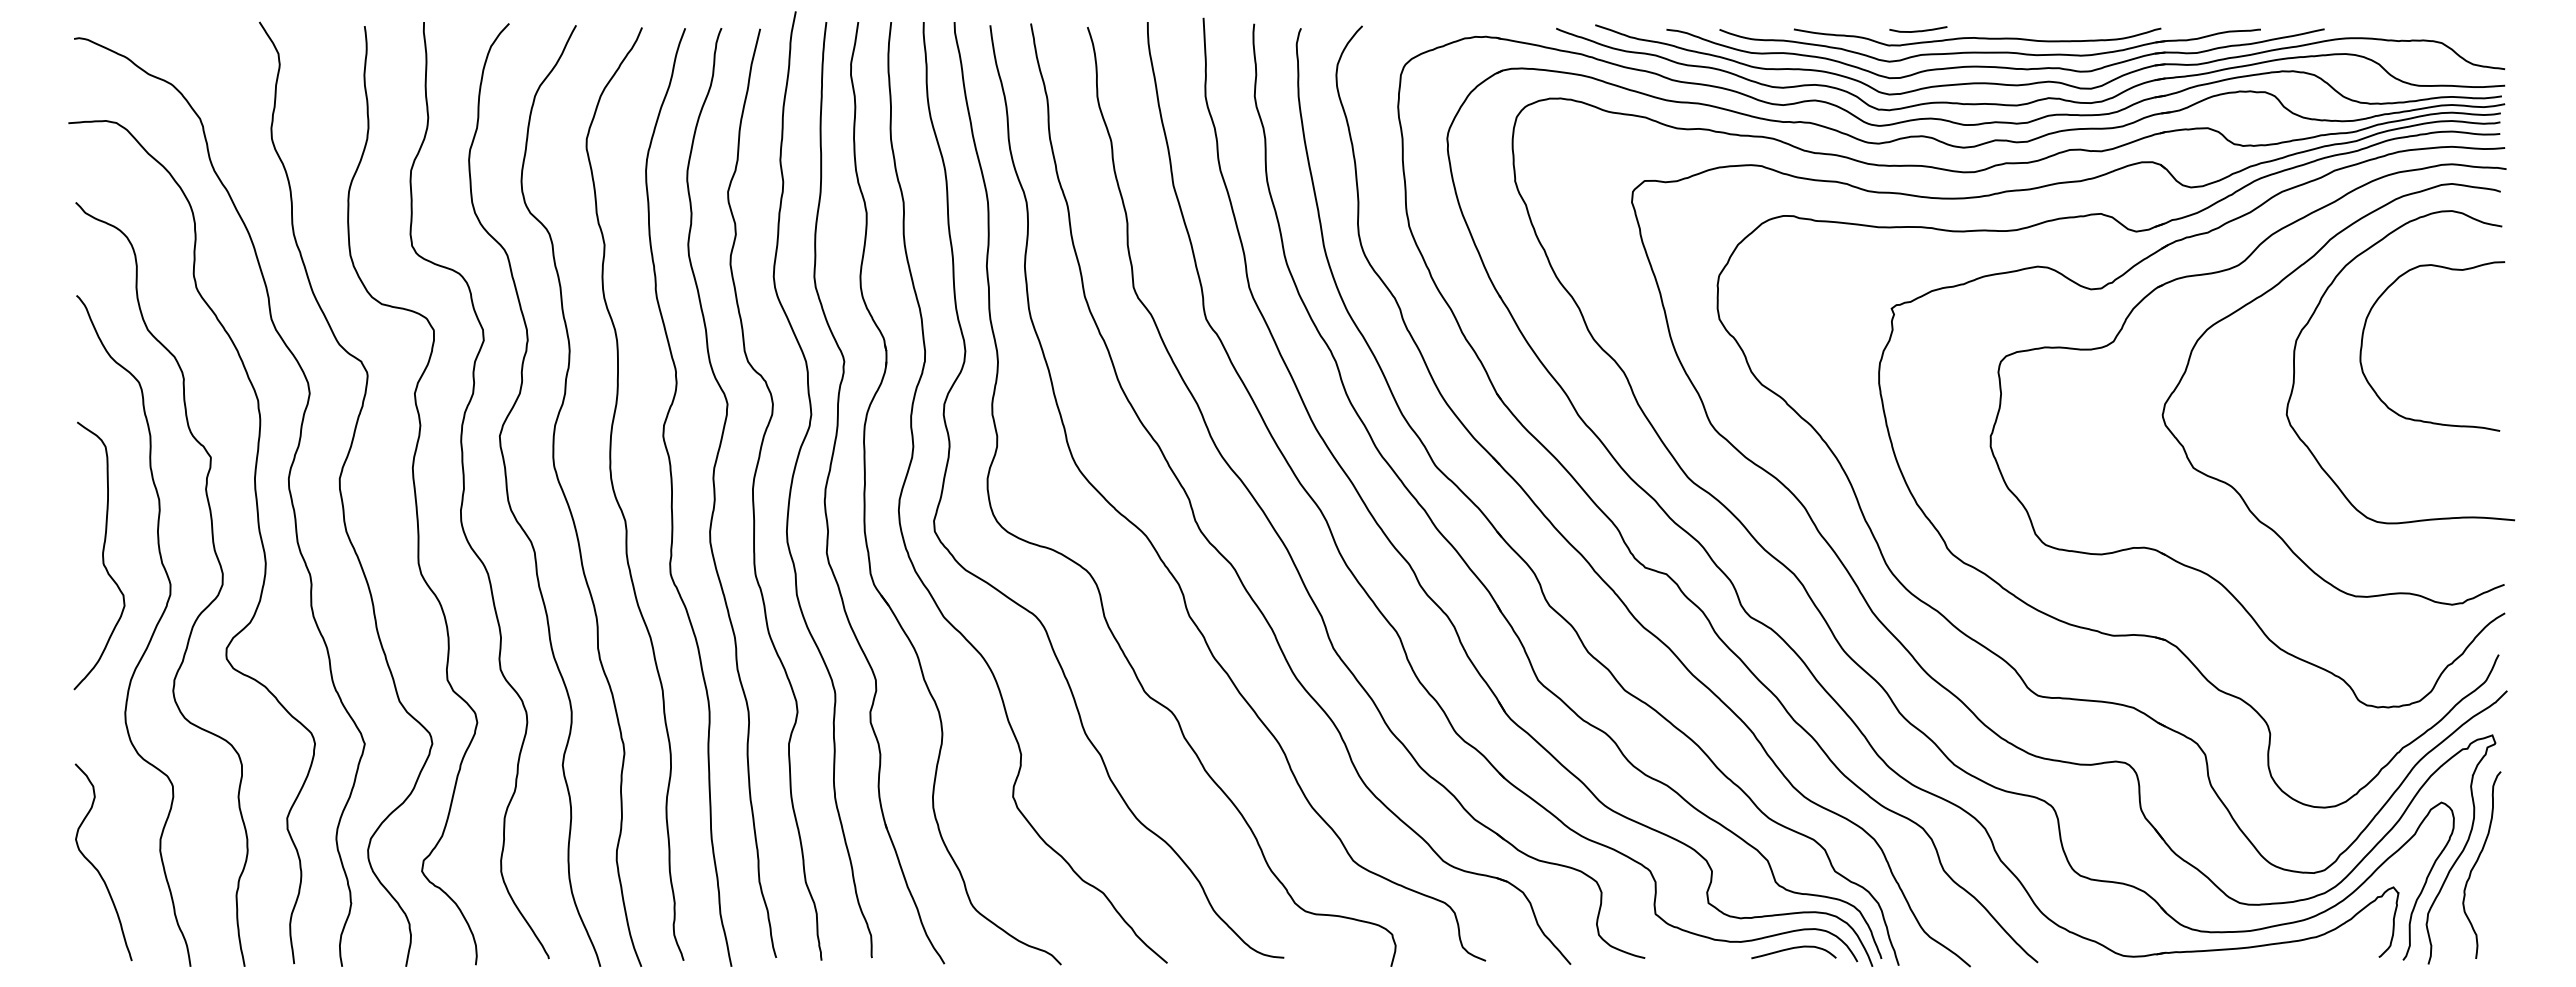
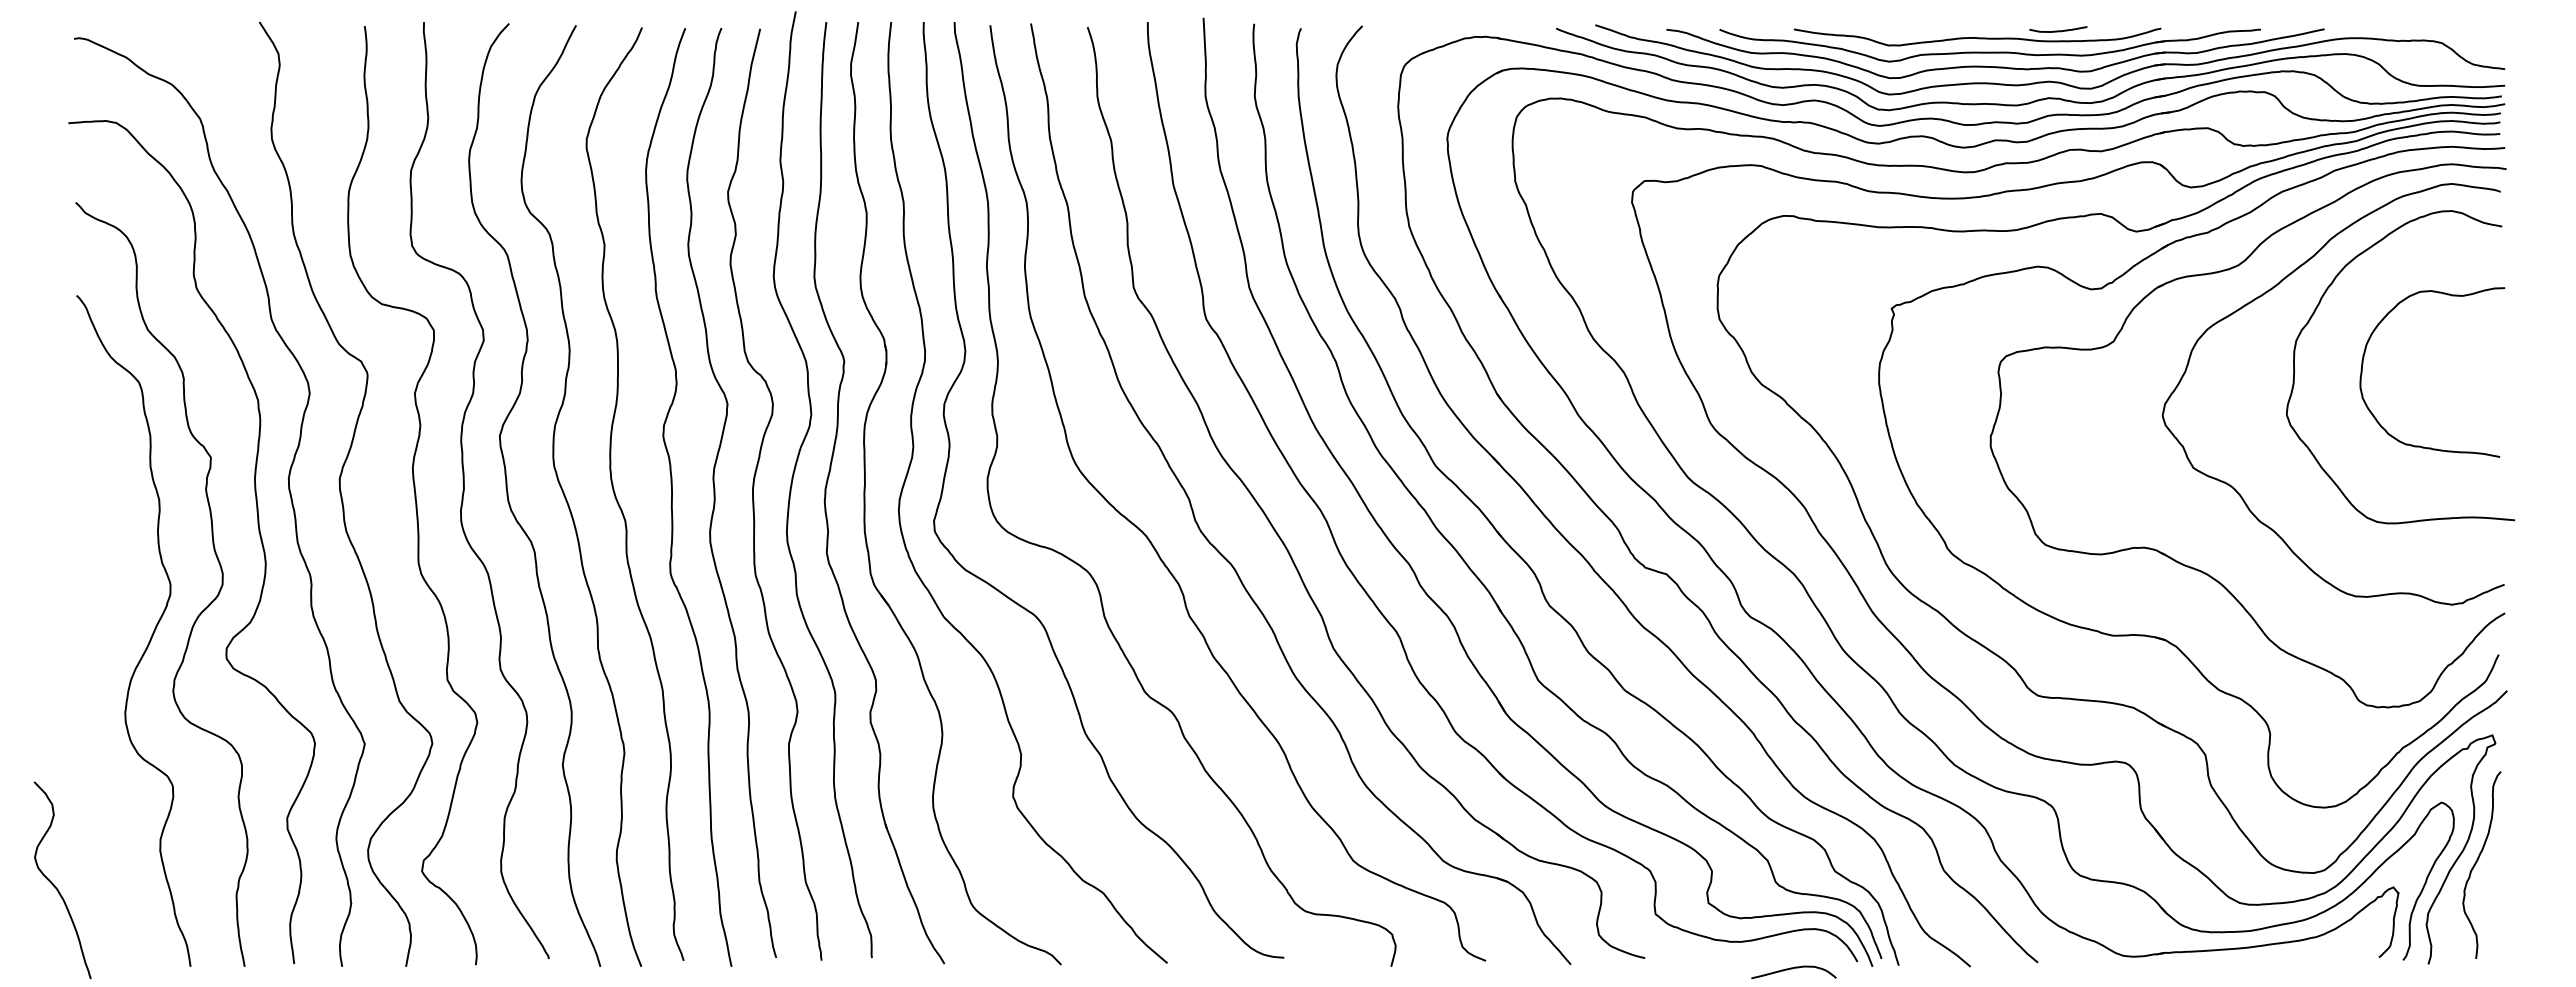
curve at (1918, 30) position: (1918, 30) -> (2058, 30)
curve at (2363, 338) position: (2363, 338) -> (2363, 364)
curve at (102, 555): present -> none
curve at (97, 868) position: (97, 868) -> (56, 886)
curve at (1792, 949) position: (1792, 949) -> (1792, 969)
